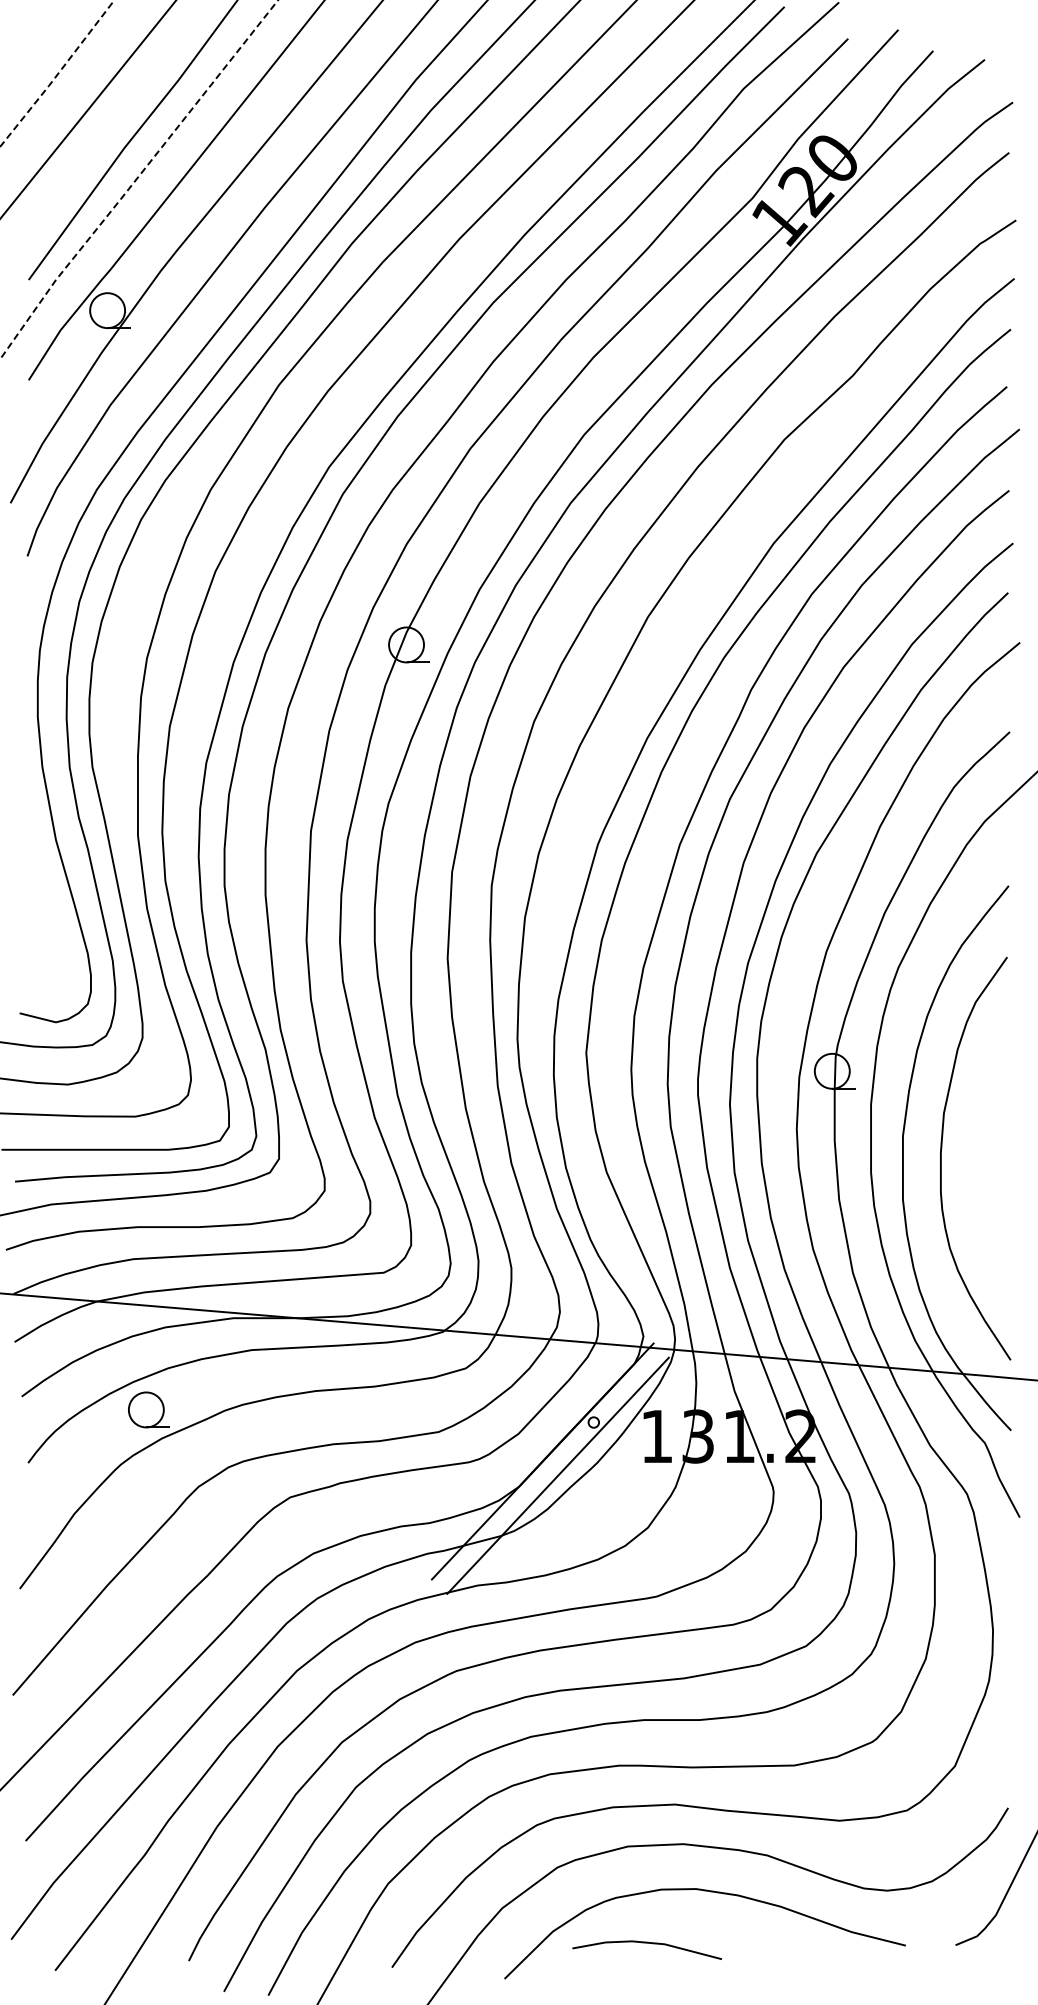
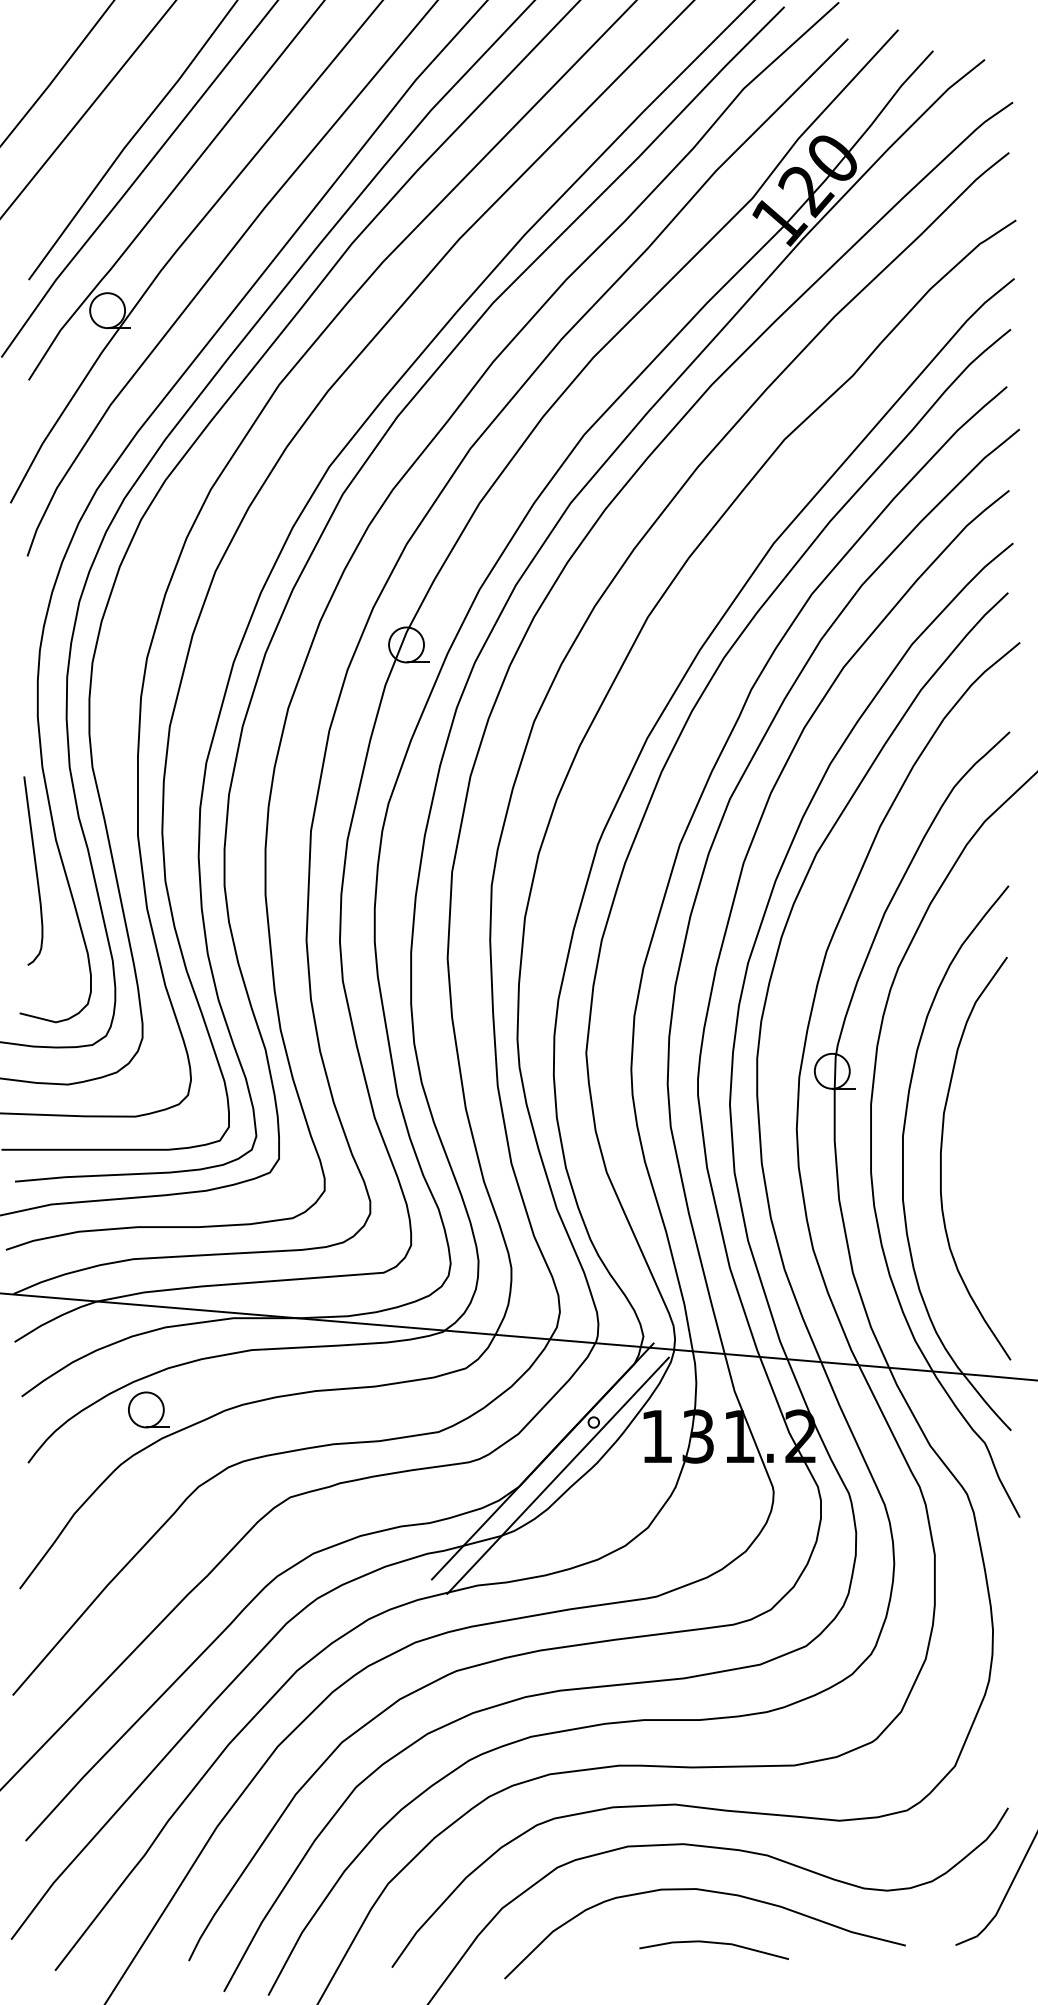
line at (57, 74): dashed -> solid
line at (137, 178): dashed -> solid
curve at (35, 870): none -> present
line at (646, 1943) position: (646, 1943) -> (713, 1943)
